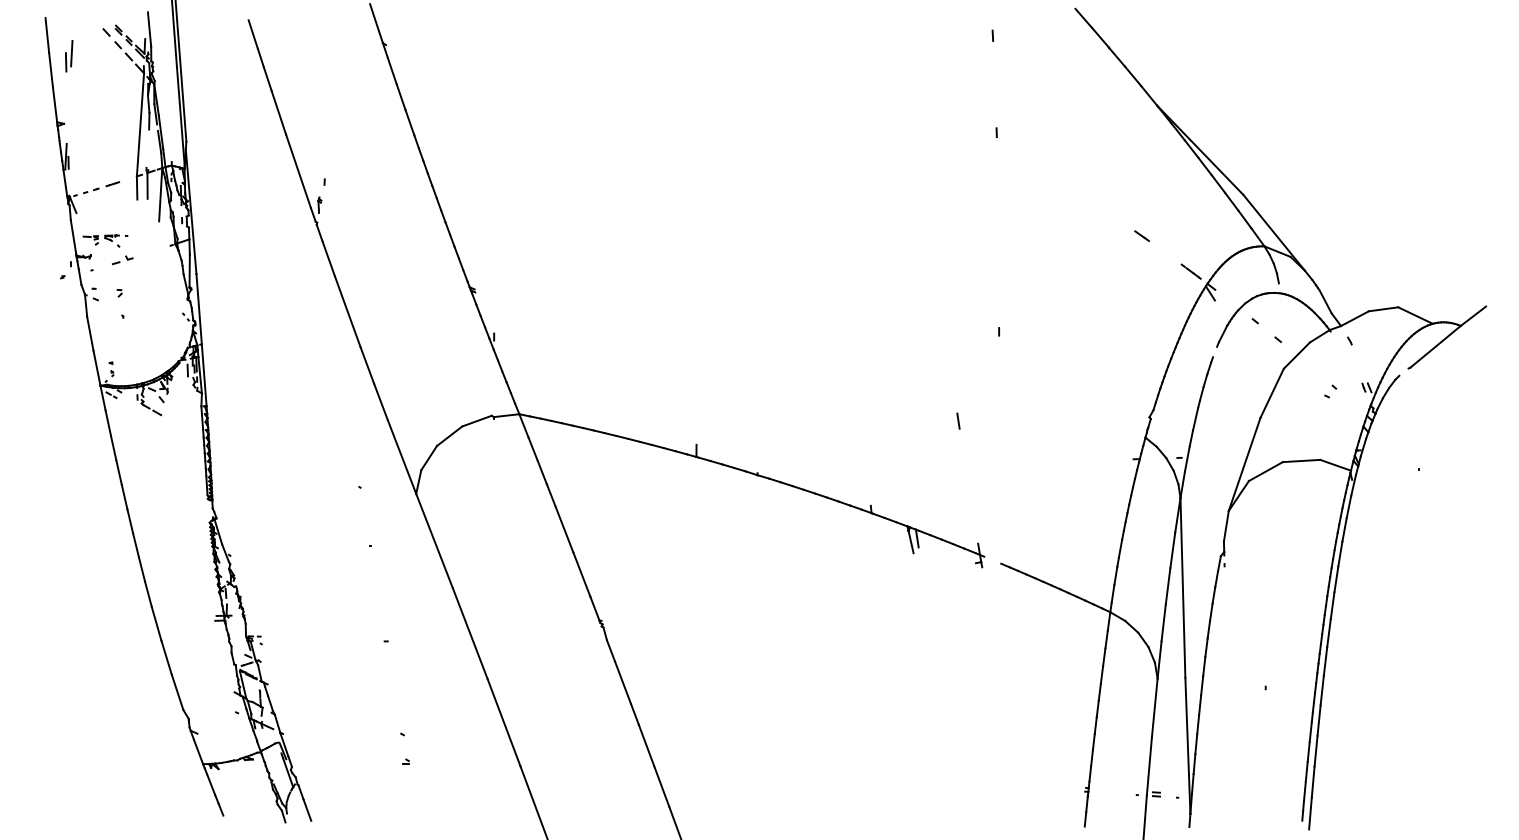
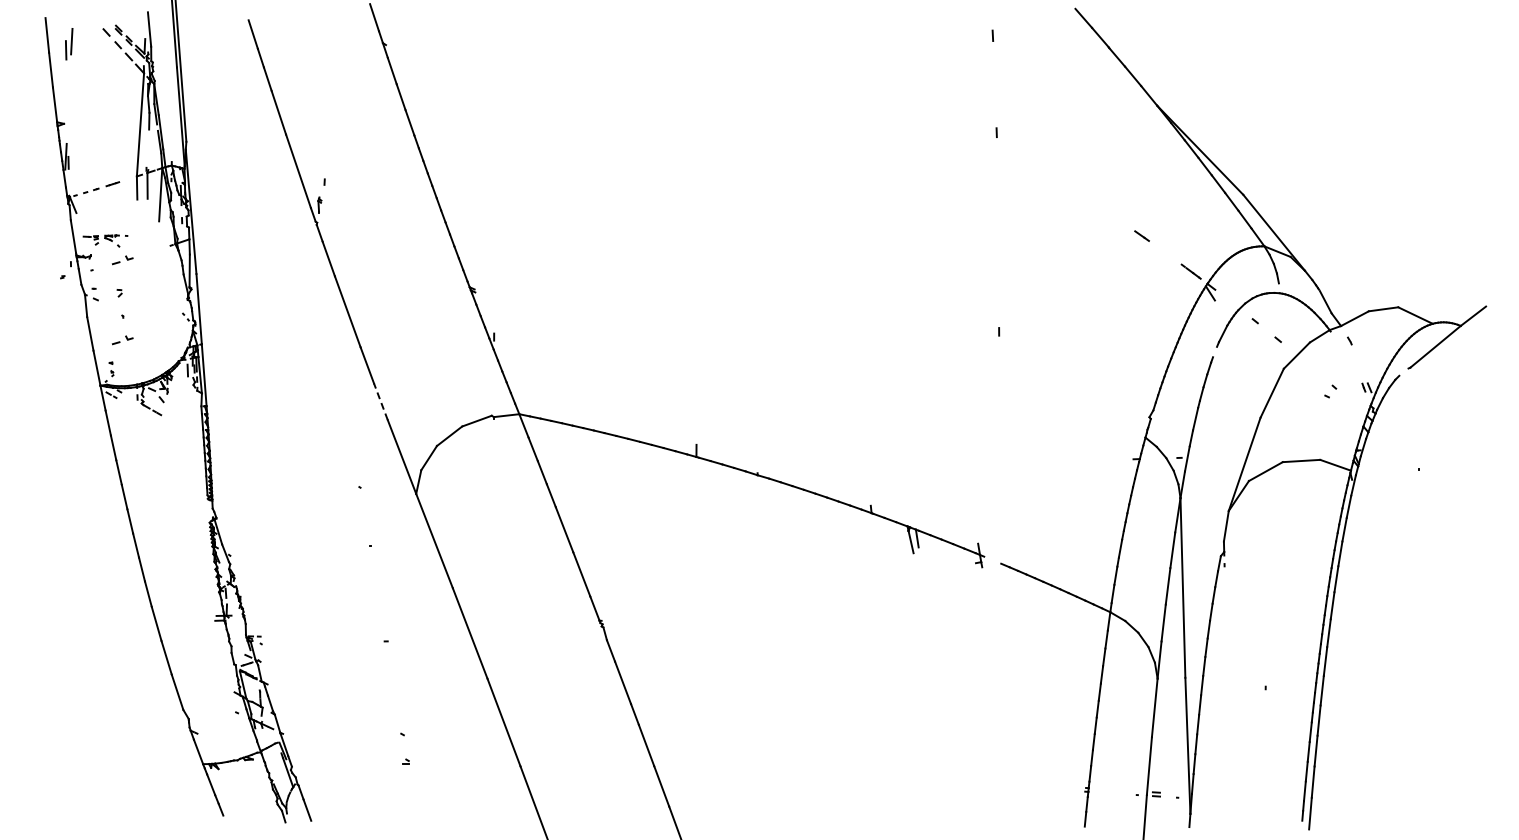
part at (69, 56) position: (69, 56) -> (69, 44)
part at (122, 340): none -> present
line at (380, 401): solid -> dashed
line at (958, 420): present -> none
